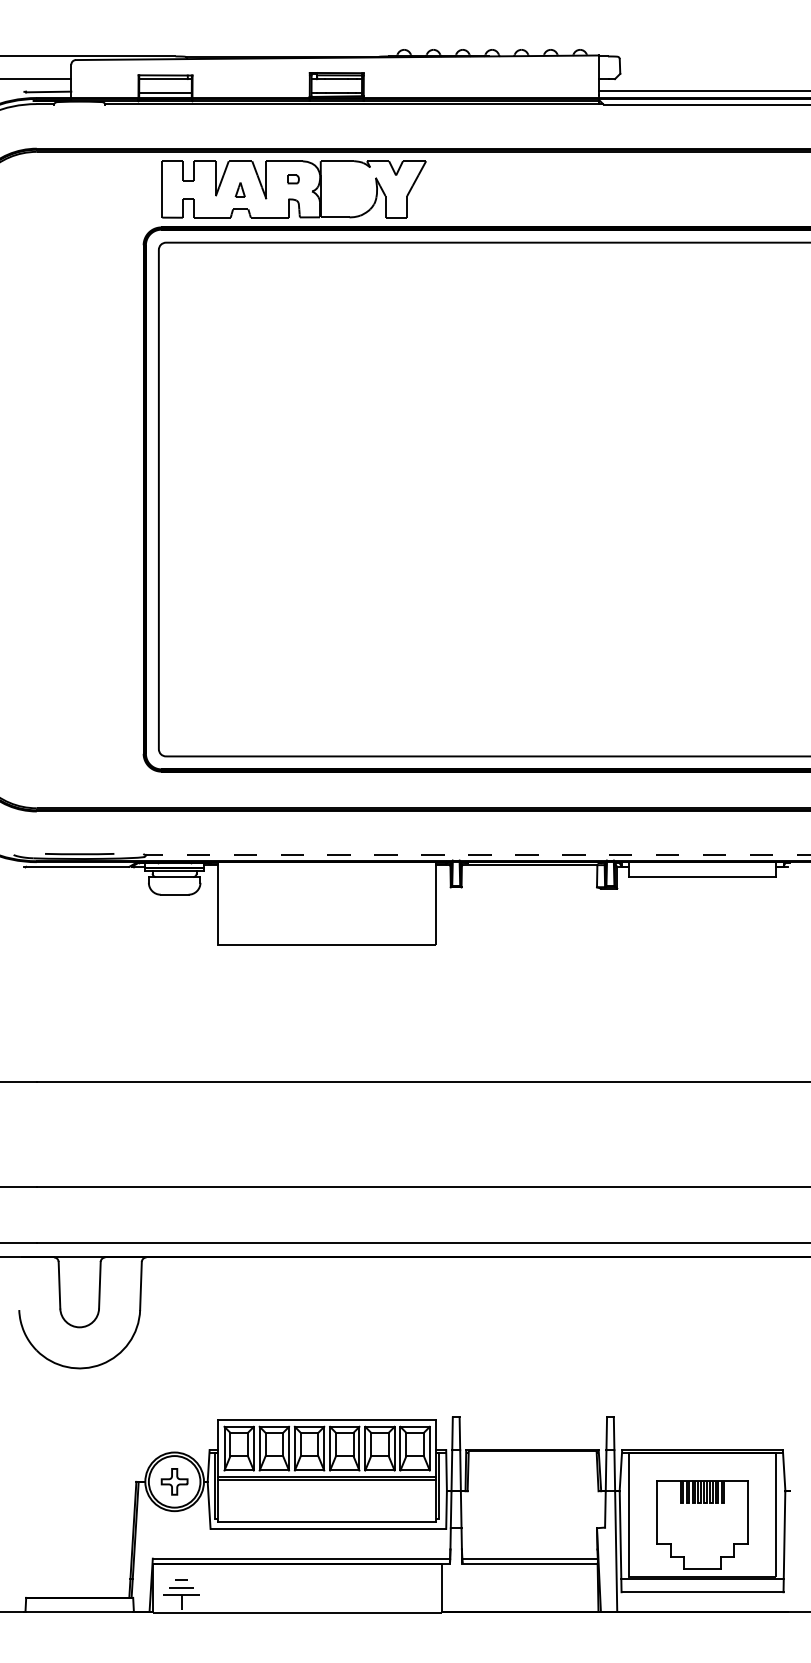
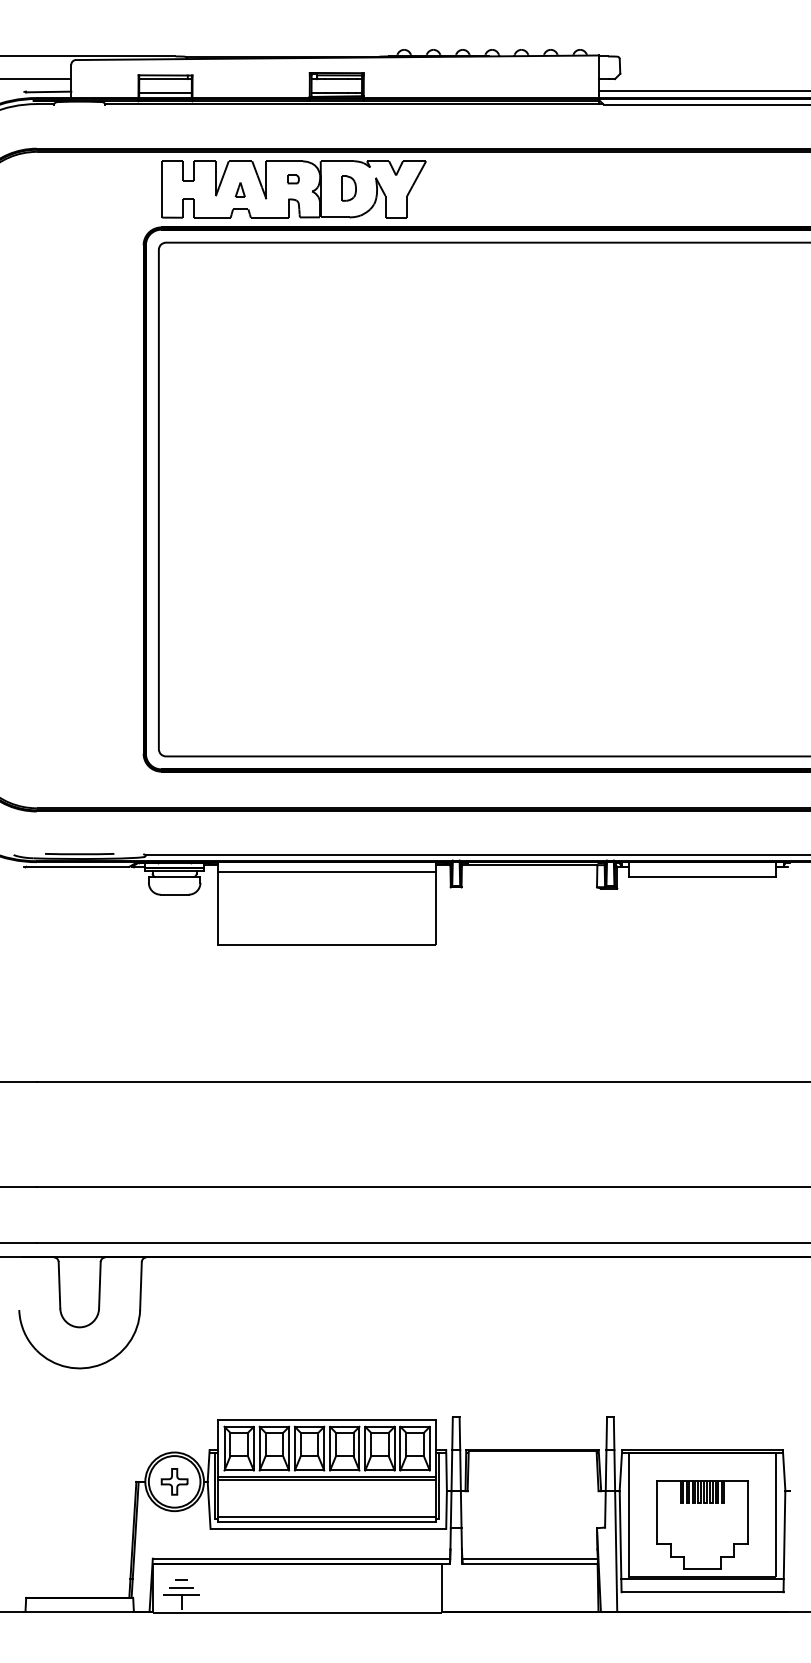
part at (348, 188): none -> present
line at (478, 855): dashed -> solid
line at (326, 871): none -> present
line at (326, 1516): none -> present
